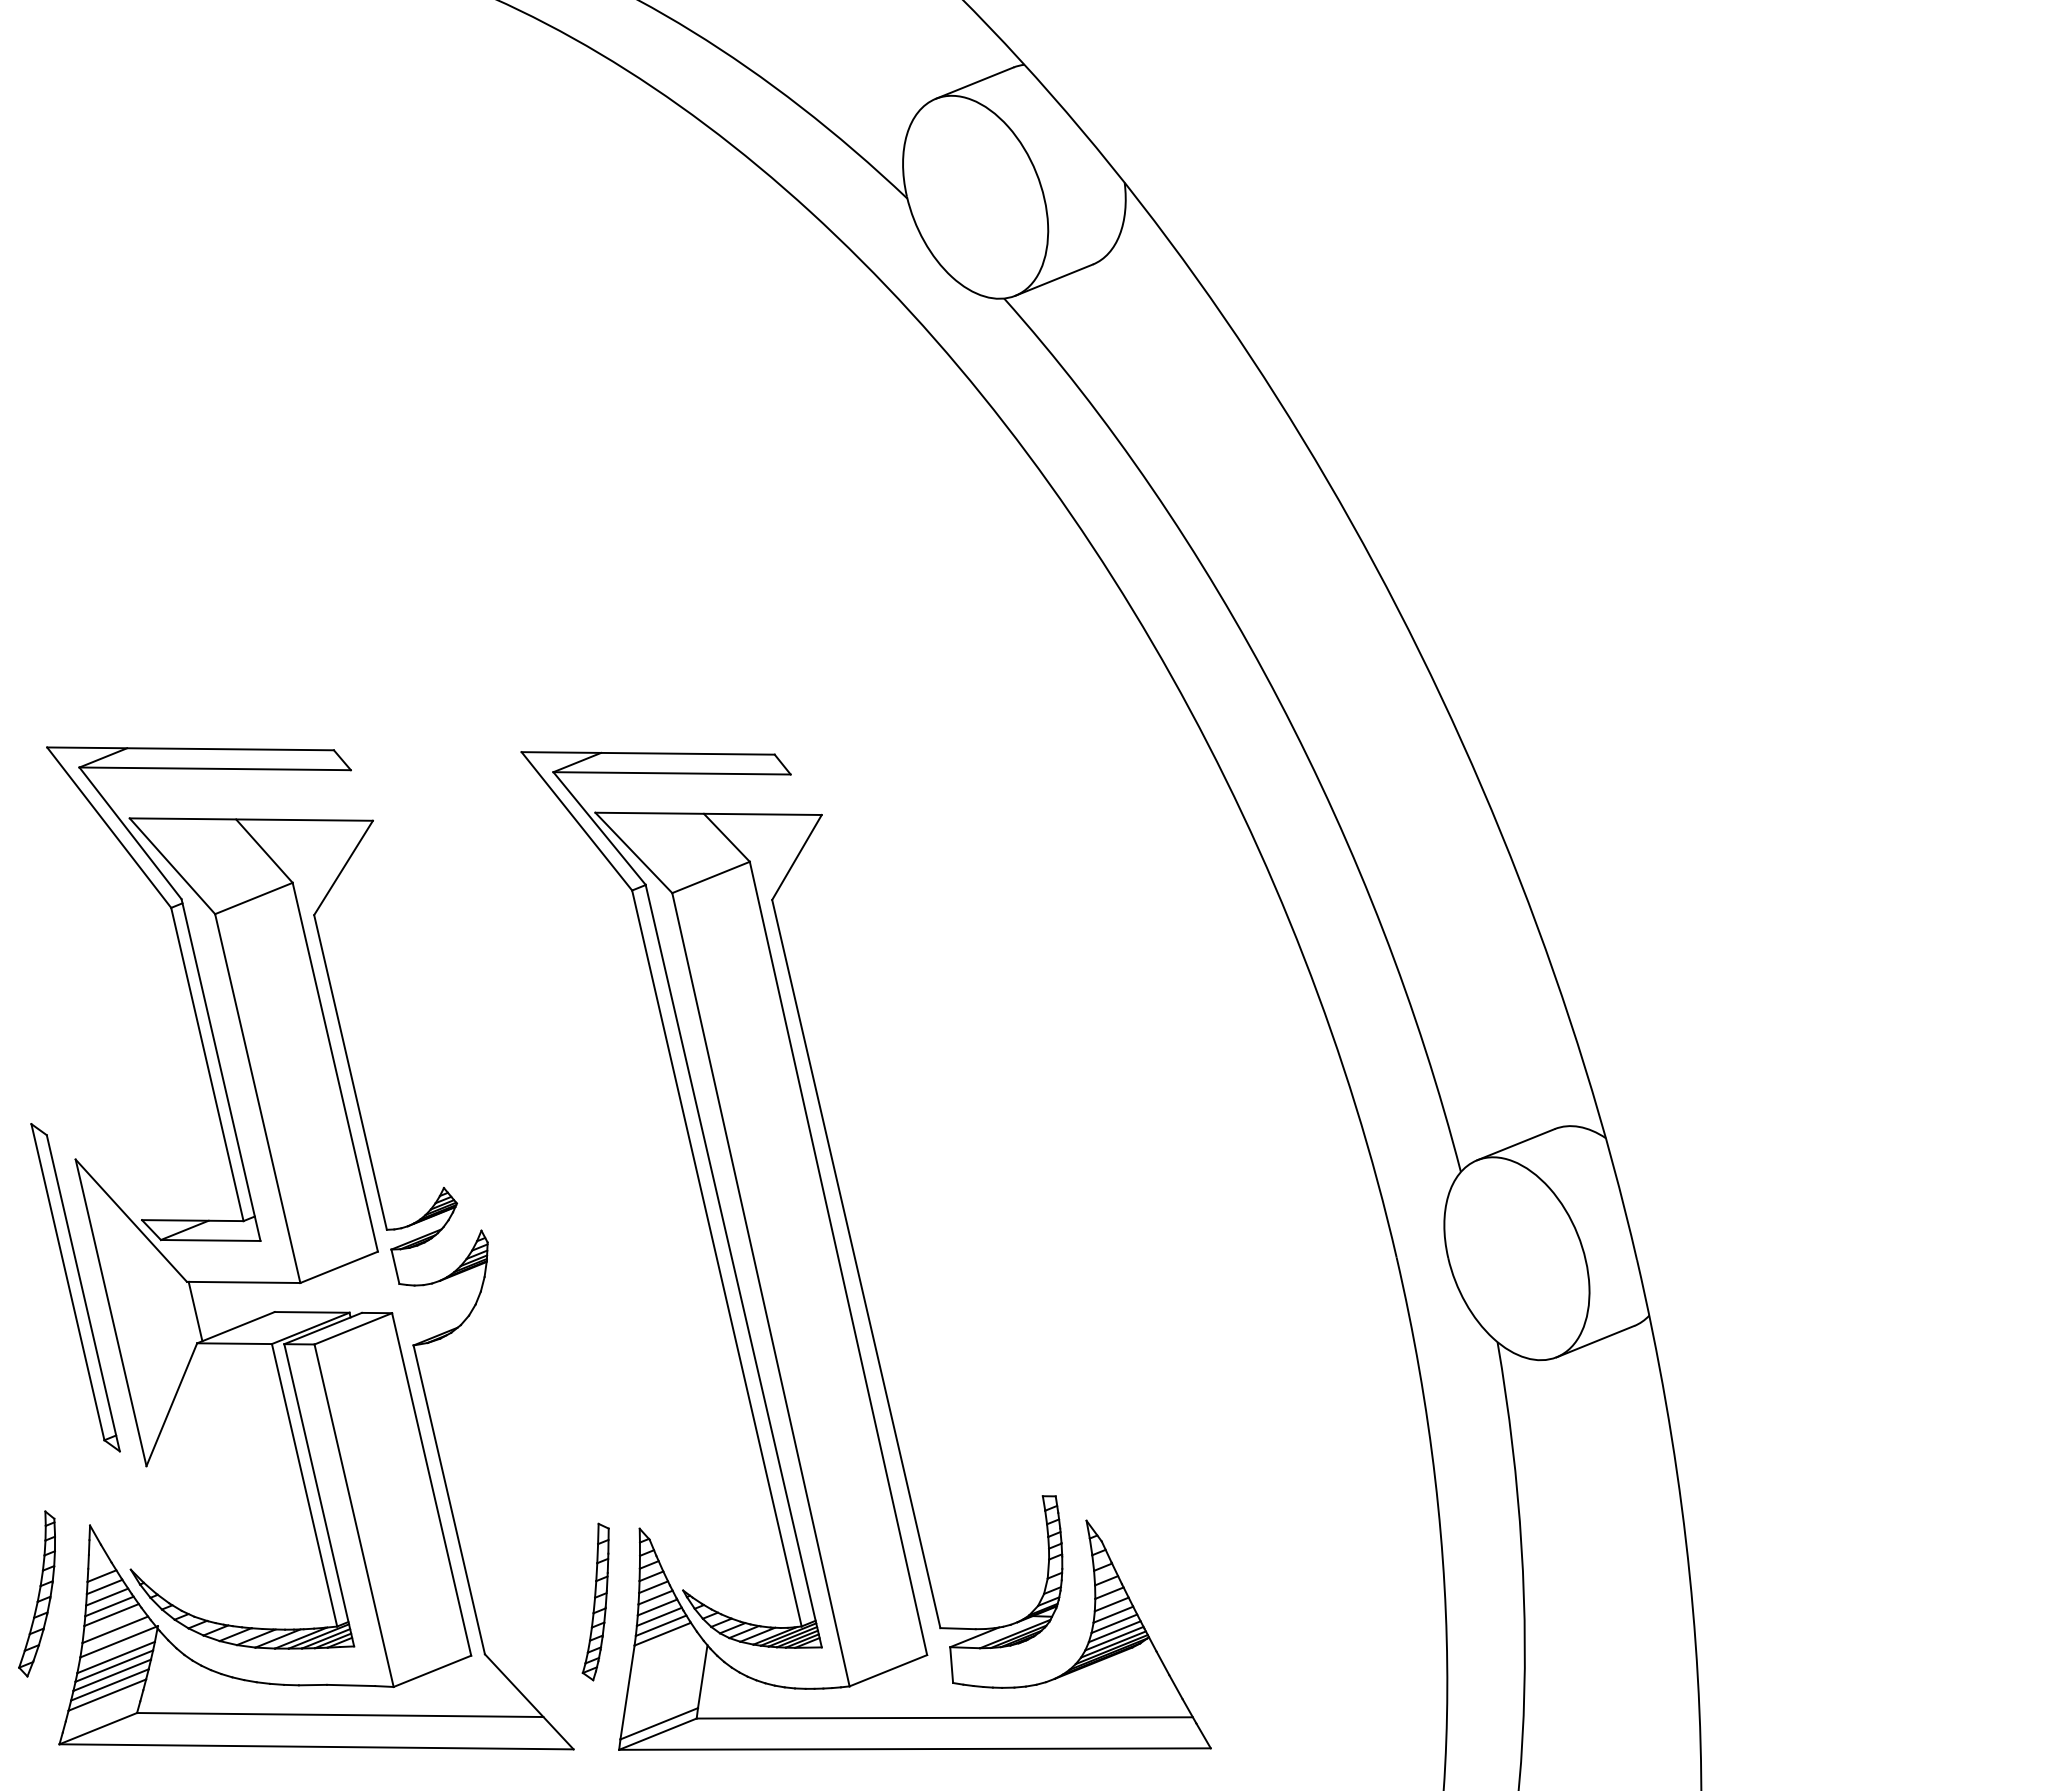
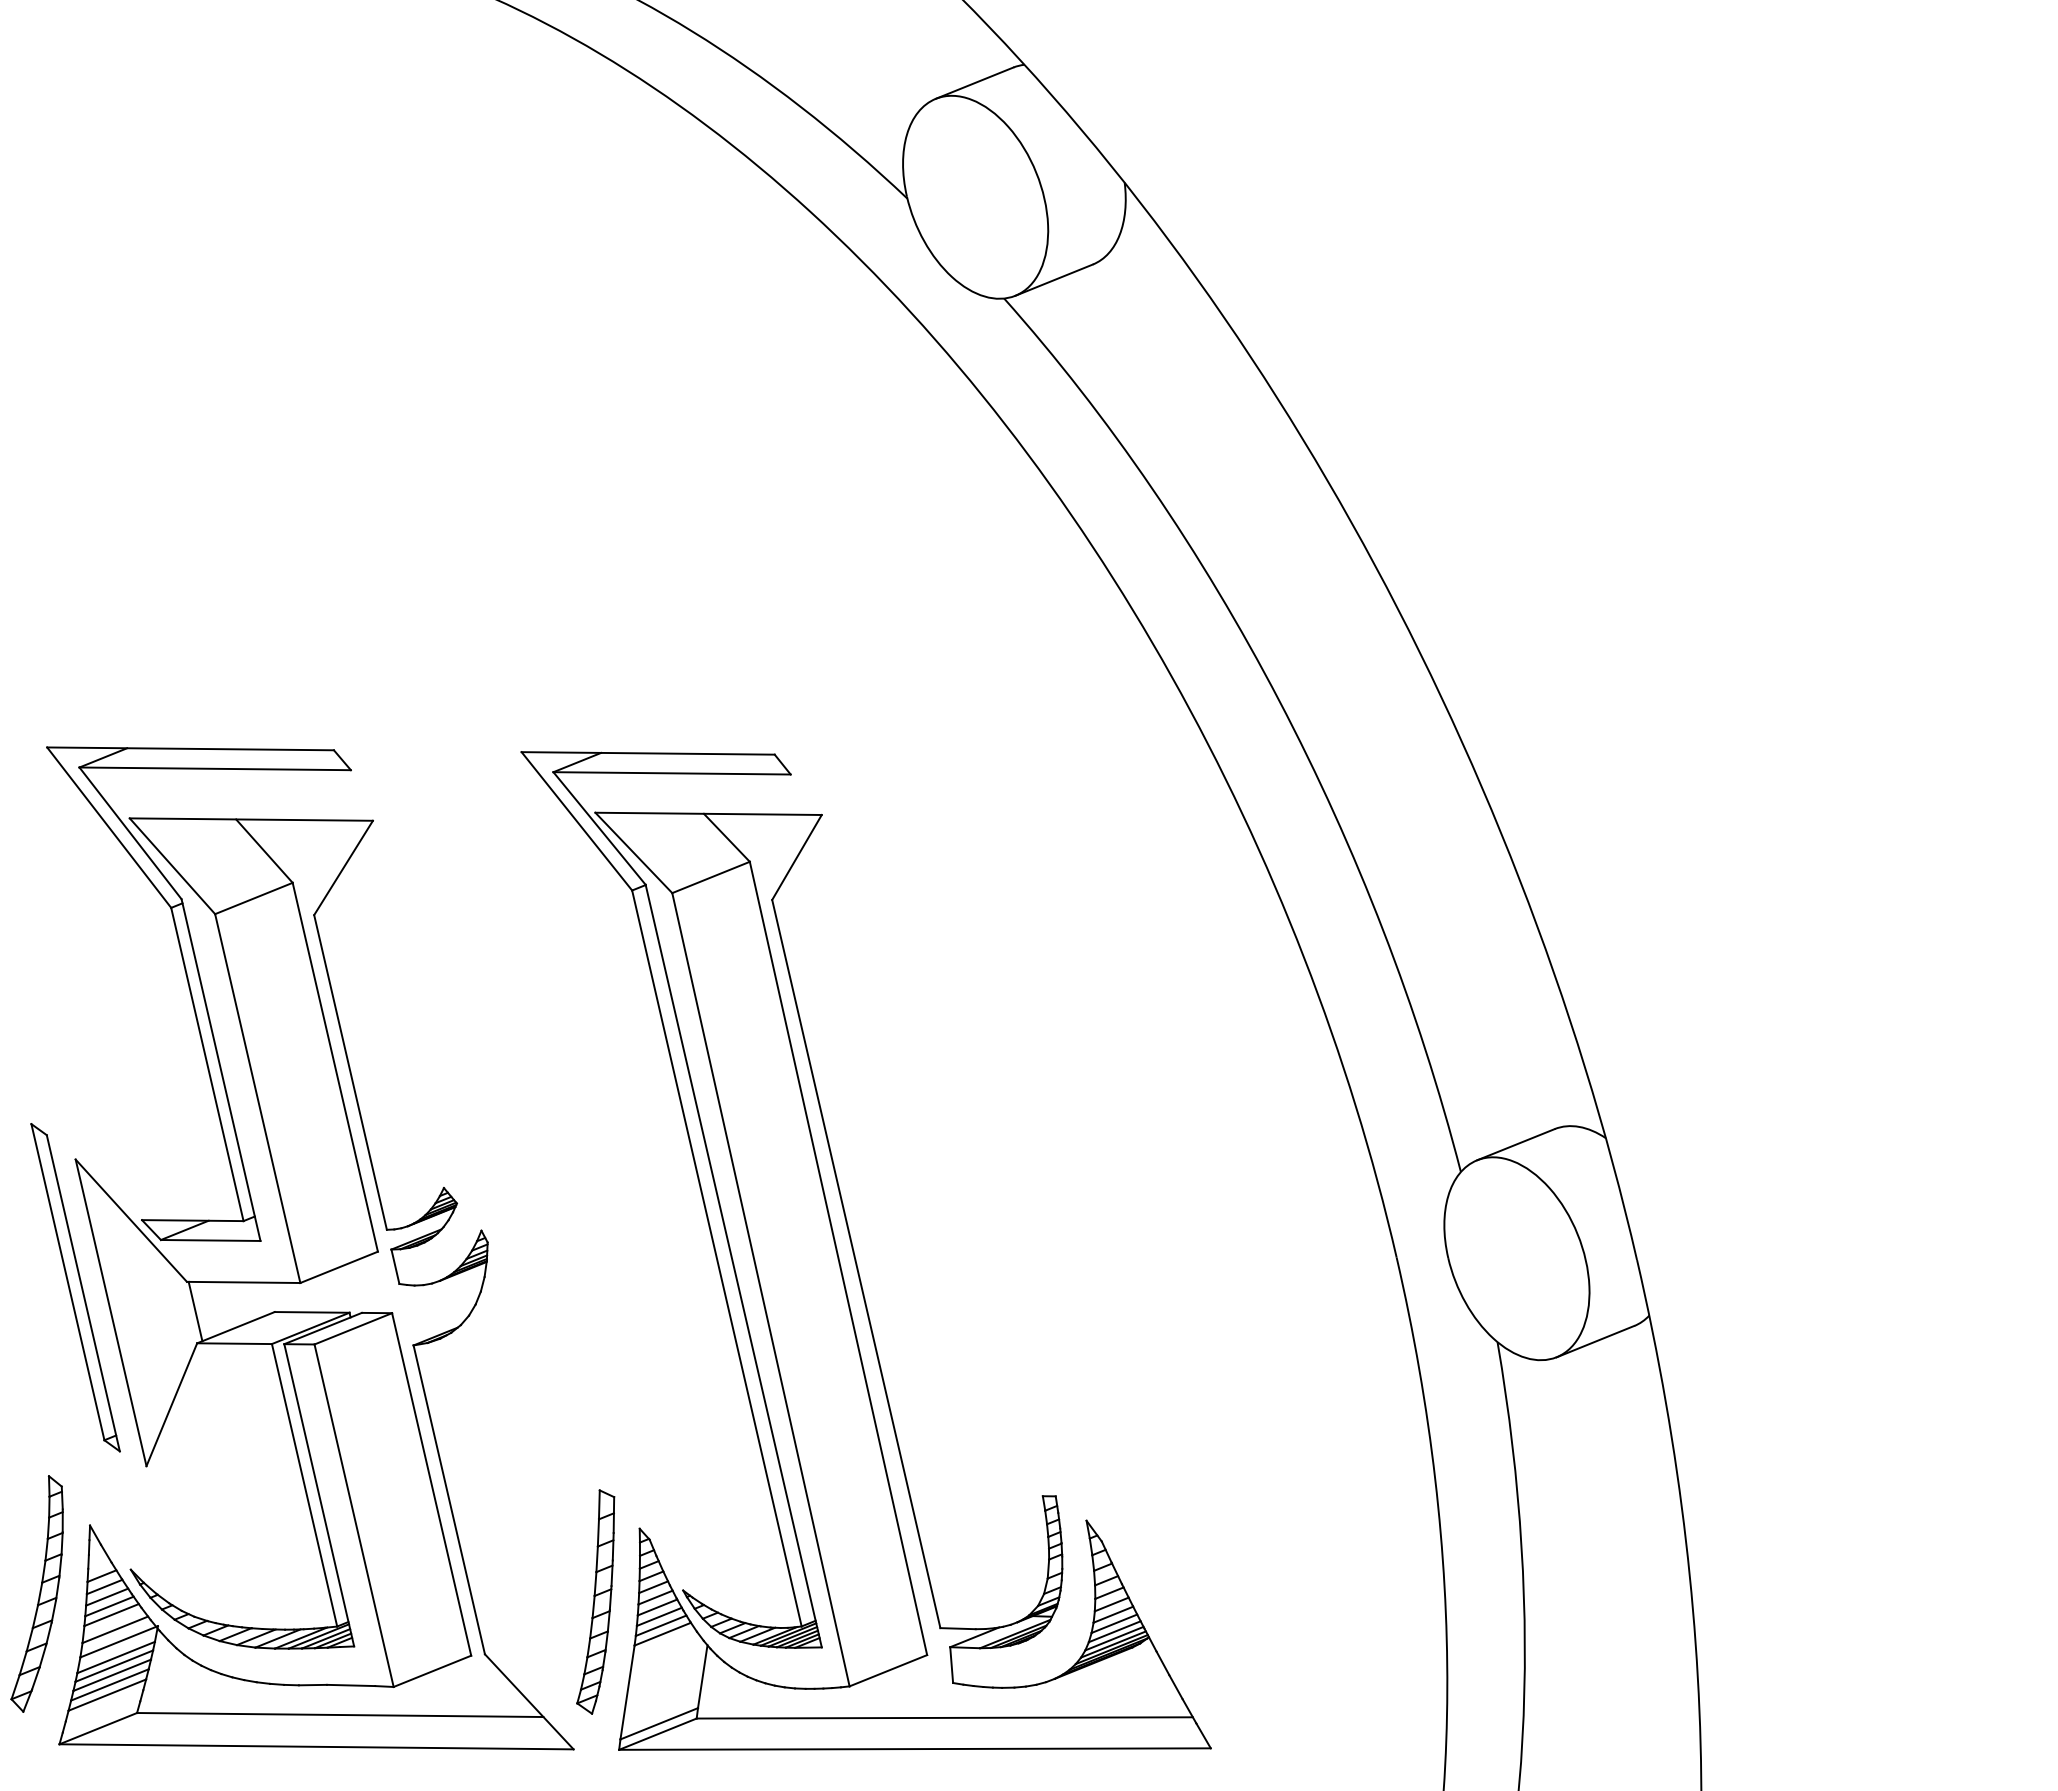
part at (36, 1593) size: 38x168 px -> 54x238 px
part at (595, 1601) size: 29x160 px -> 40x226 px
